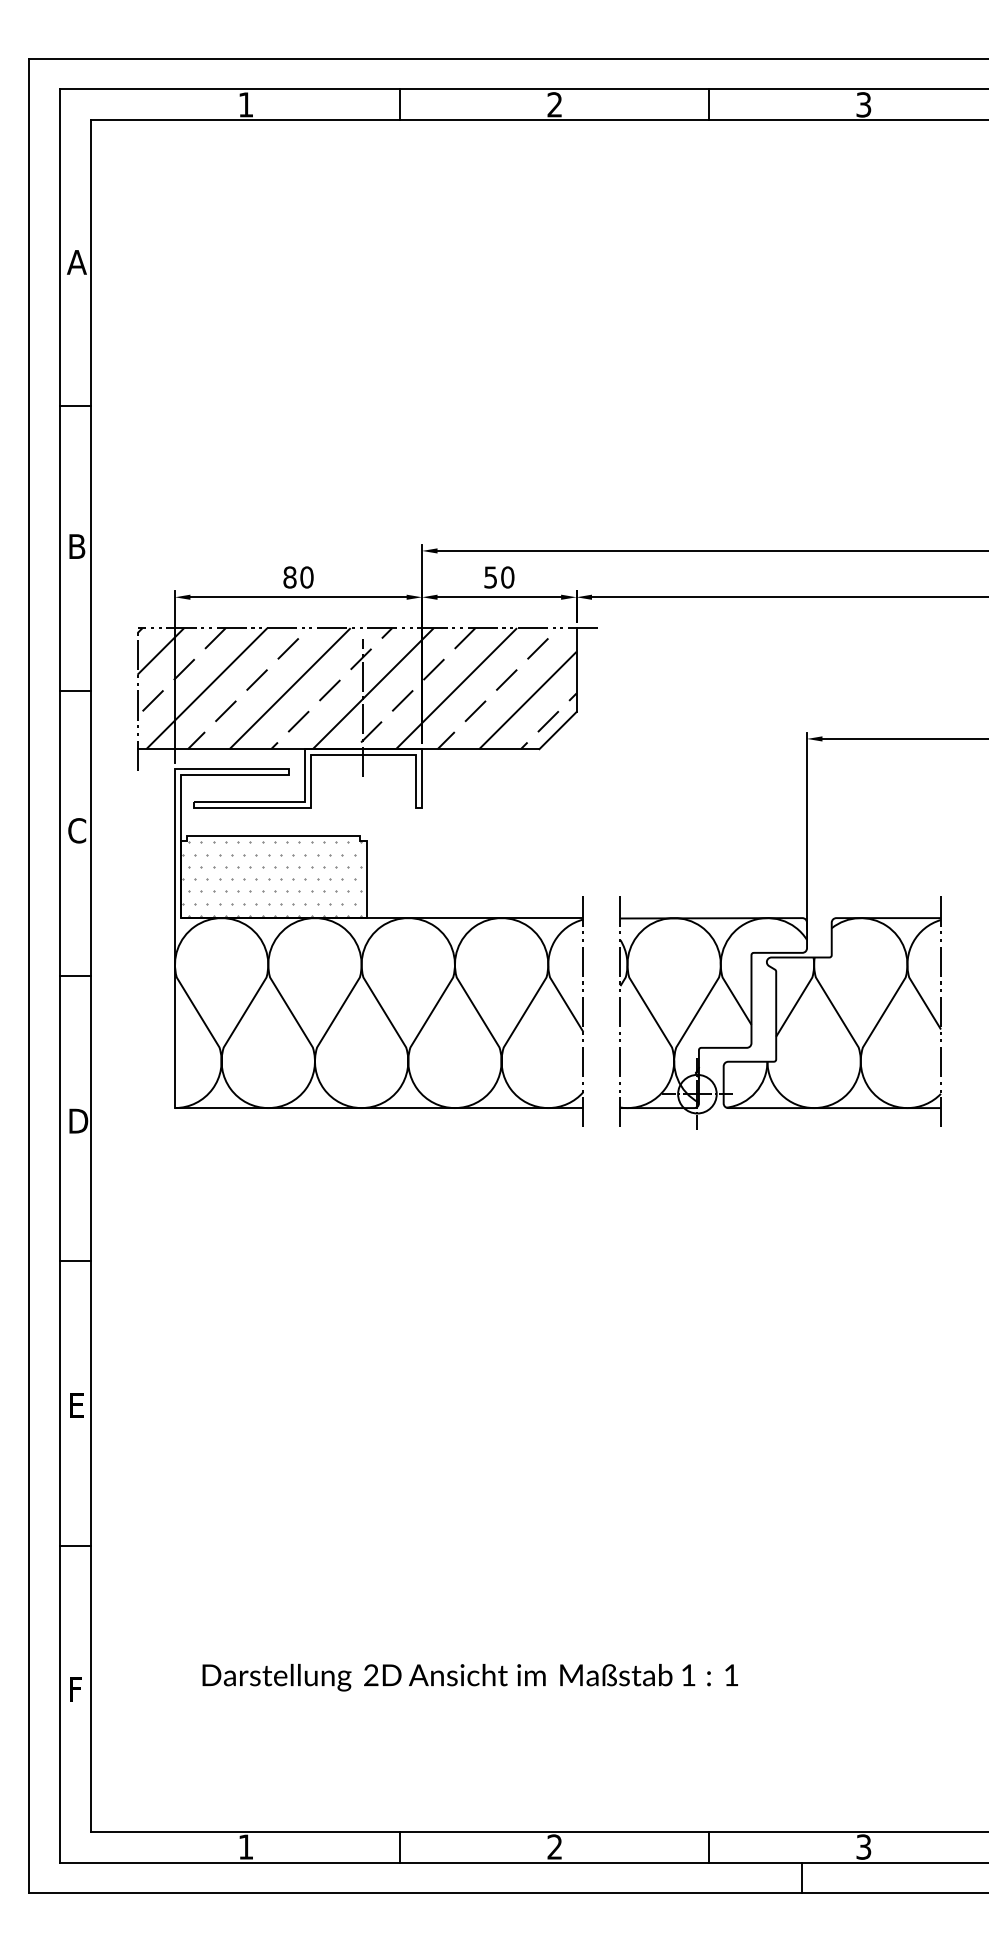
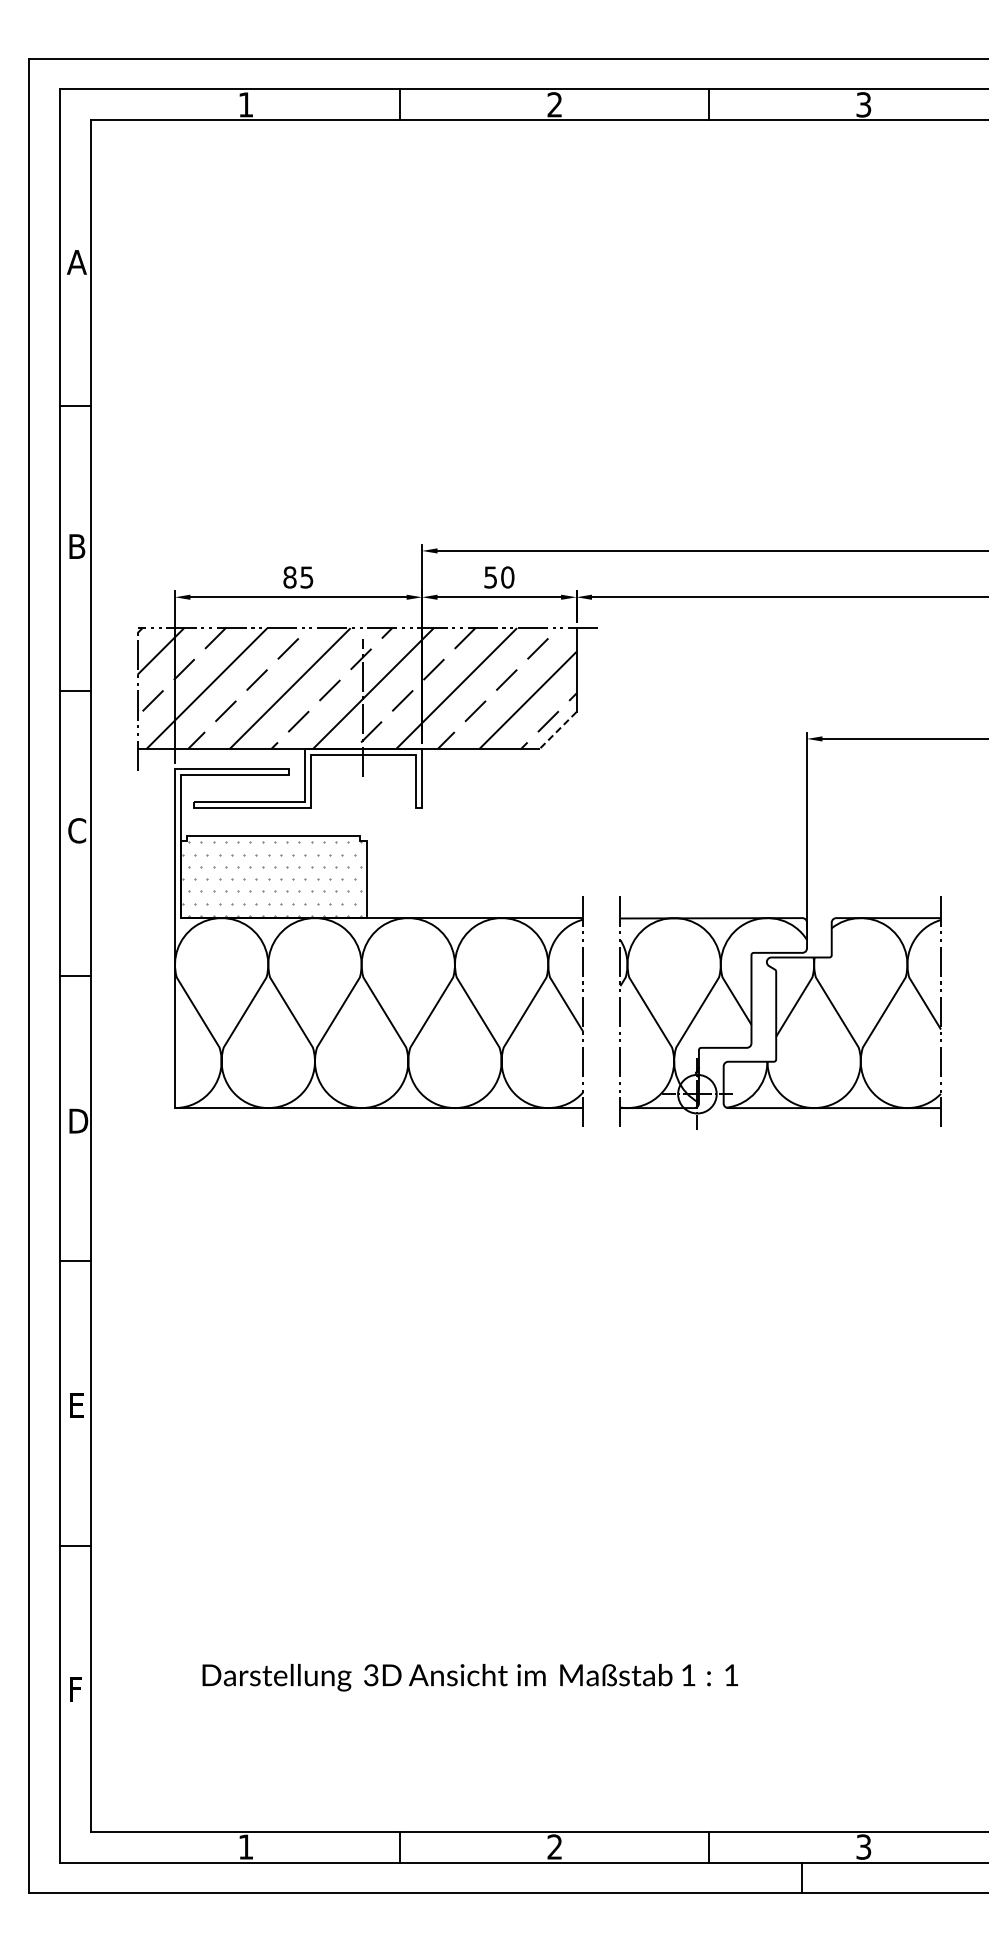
text at (306, 577): 80 -> 85
line at (557, 730): solid -> dashed
text at (371, 1677): 2D -> 3D
